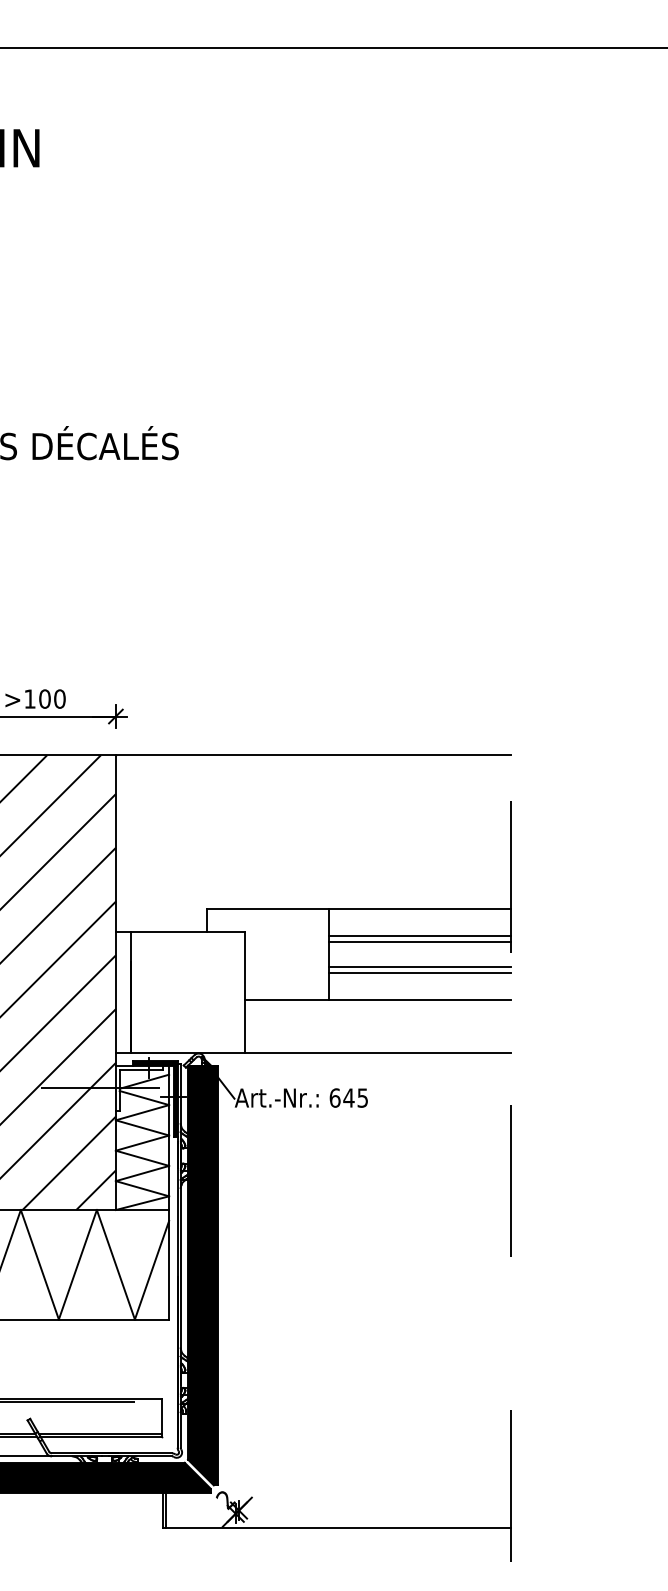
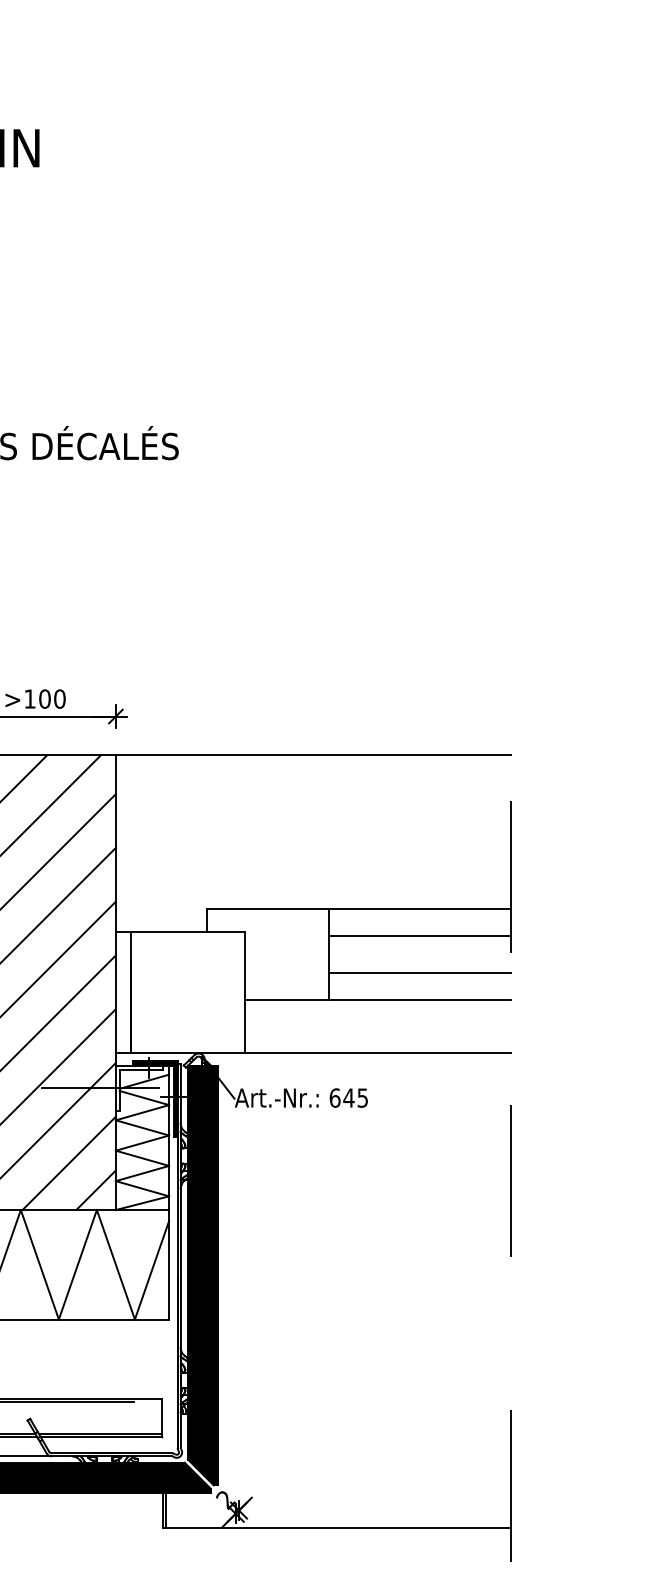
line at (333, 47): present -> none
line at (419, 942): present -> none
line at (419, 966): present -> none
